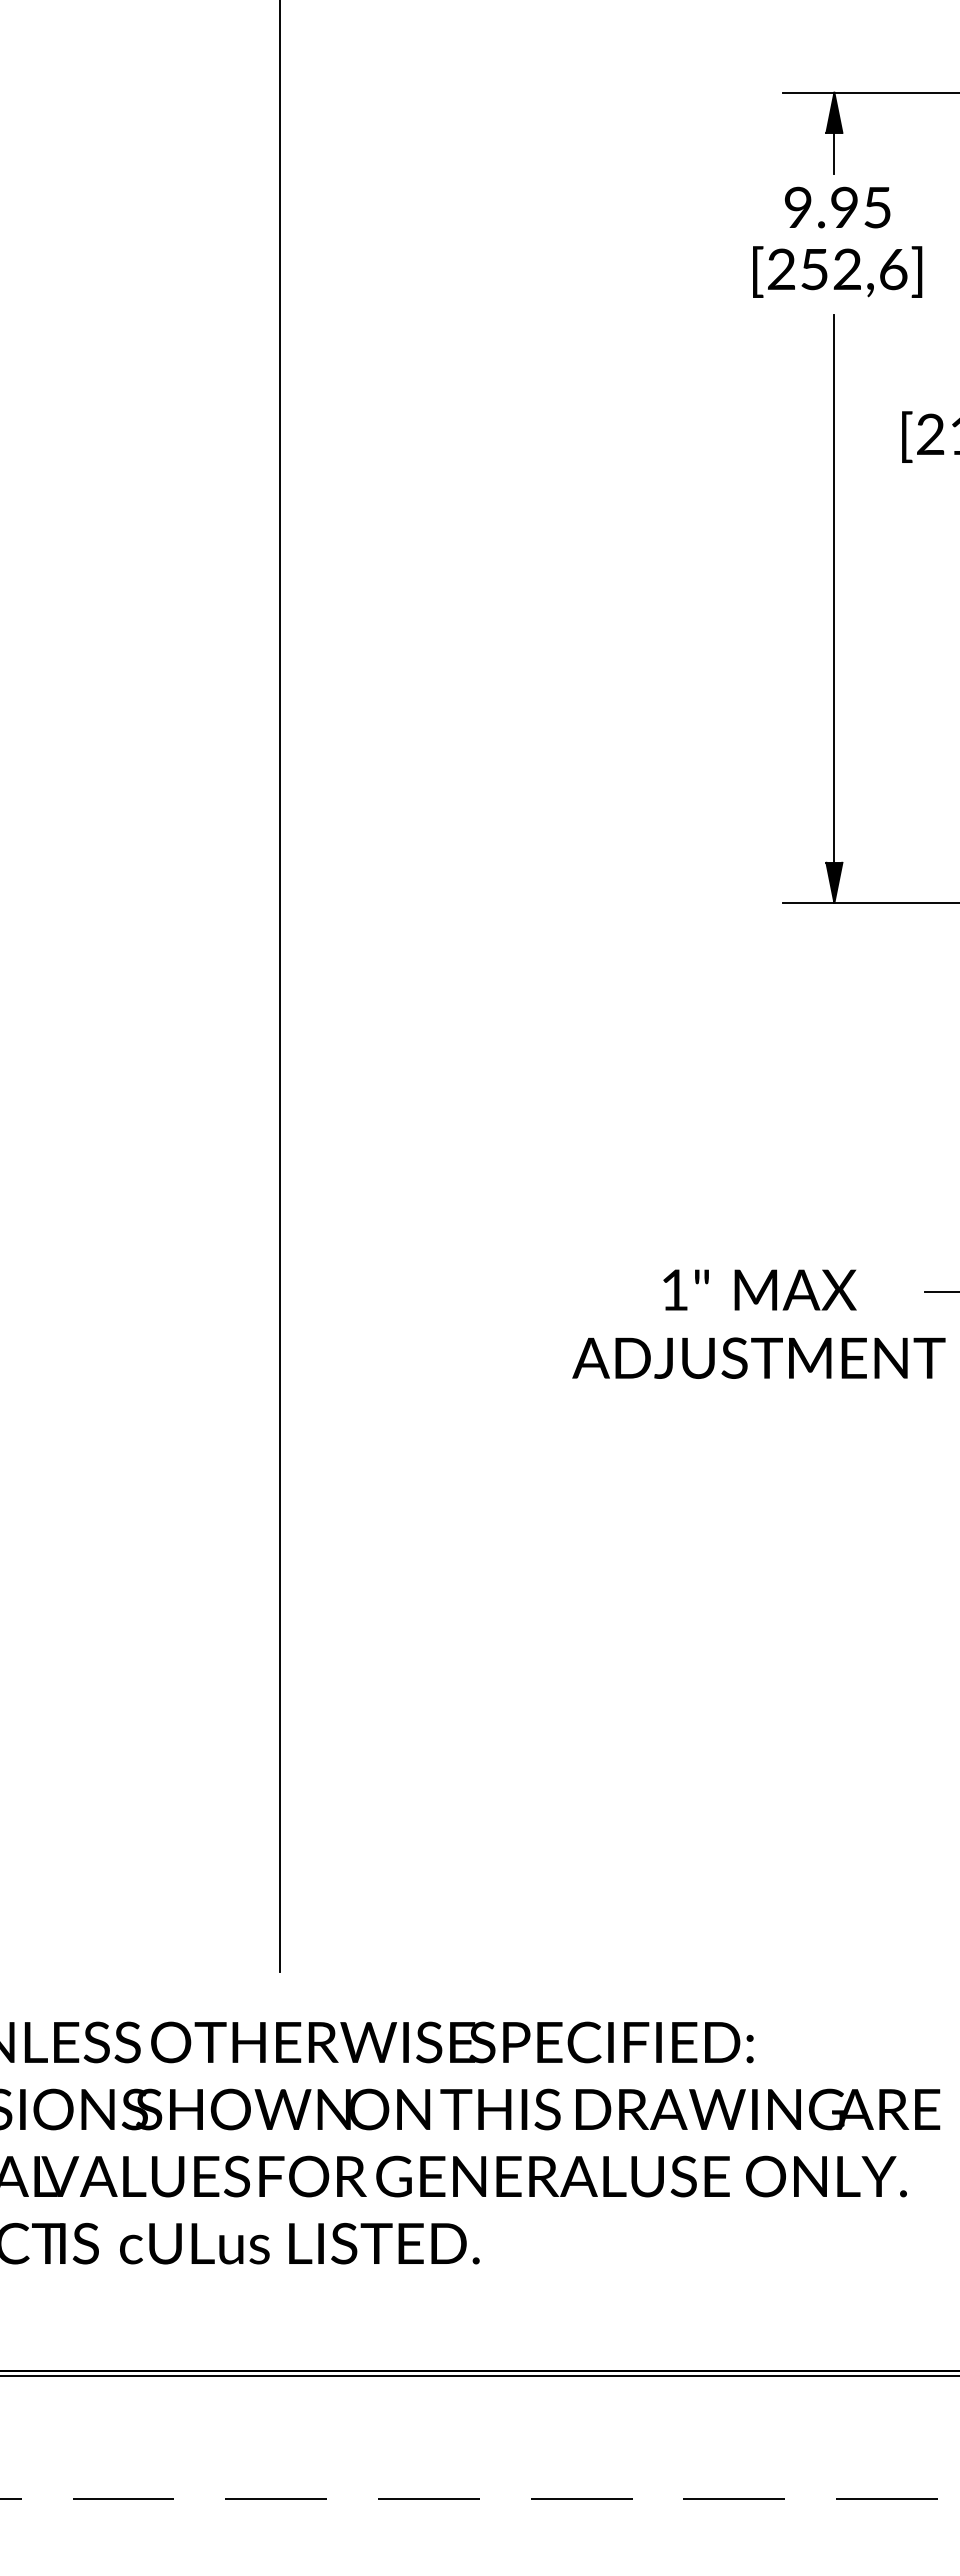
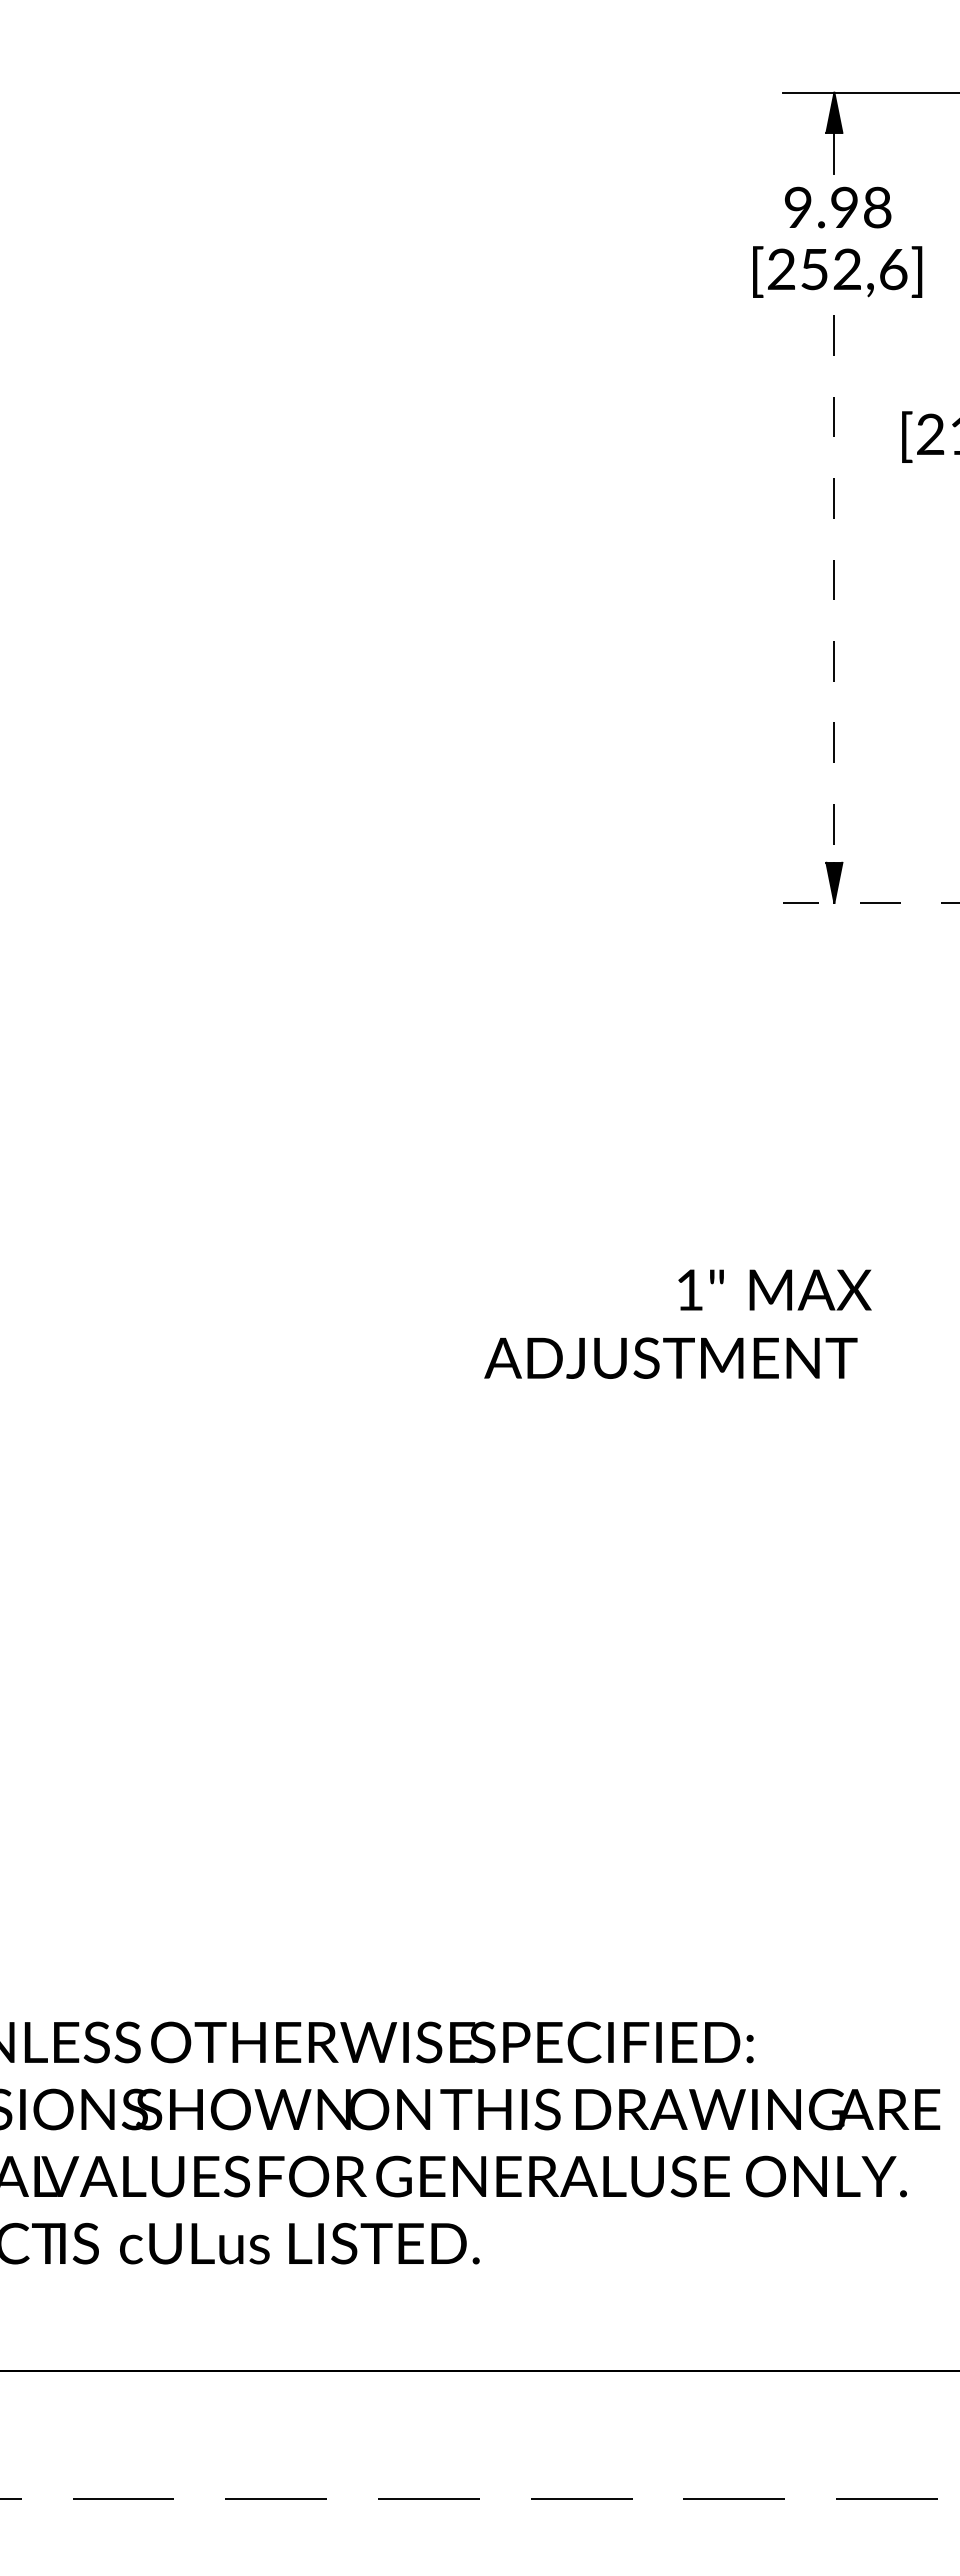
text at (877, 207): 9.95 -> 9.98
line at (834, 588): solid -> dashed
line at (871, 902): solid -> dashed
line at (280, 987): present -> none
text at (759, 1289) position: (759, 1289) -> (774, 1289)
line at (940, 1291): present -> none
text at (758, 1357) position: (758, 1357) -> (670, 1357)
line at (479, 2375): present -> none
